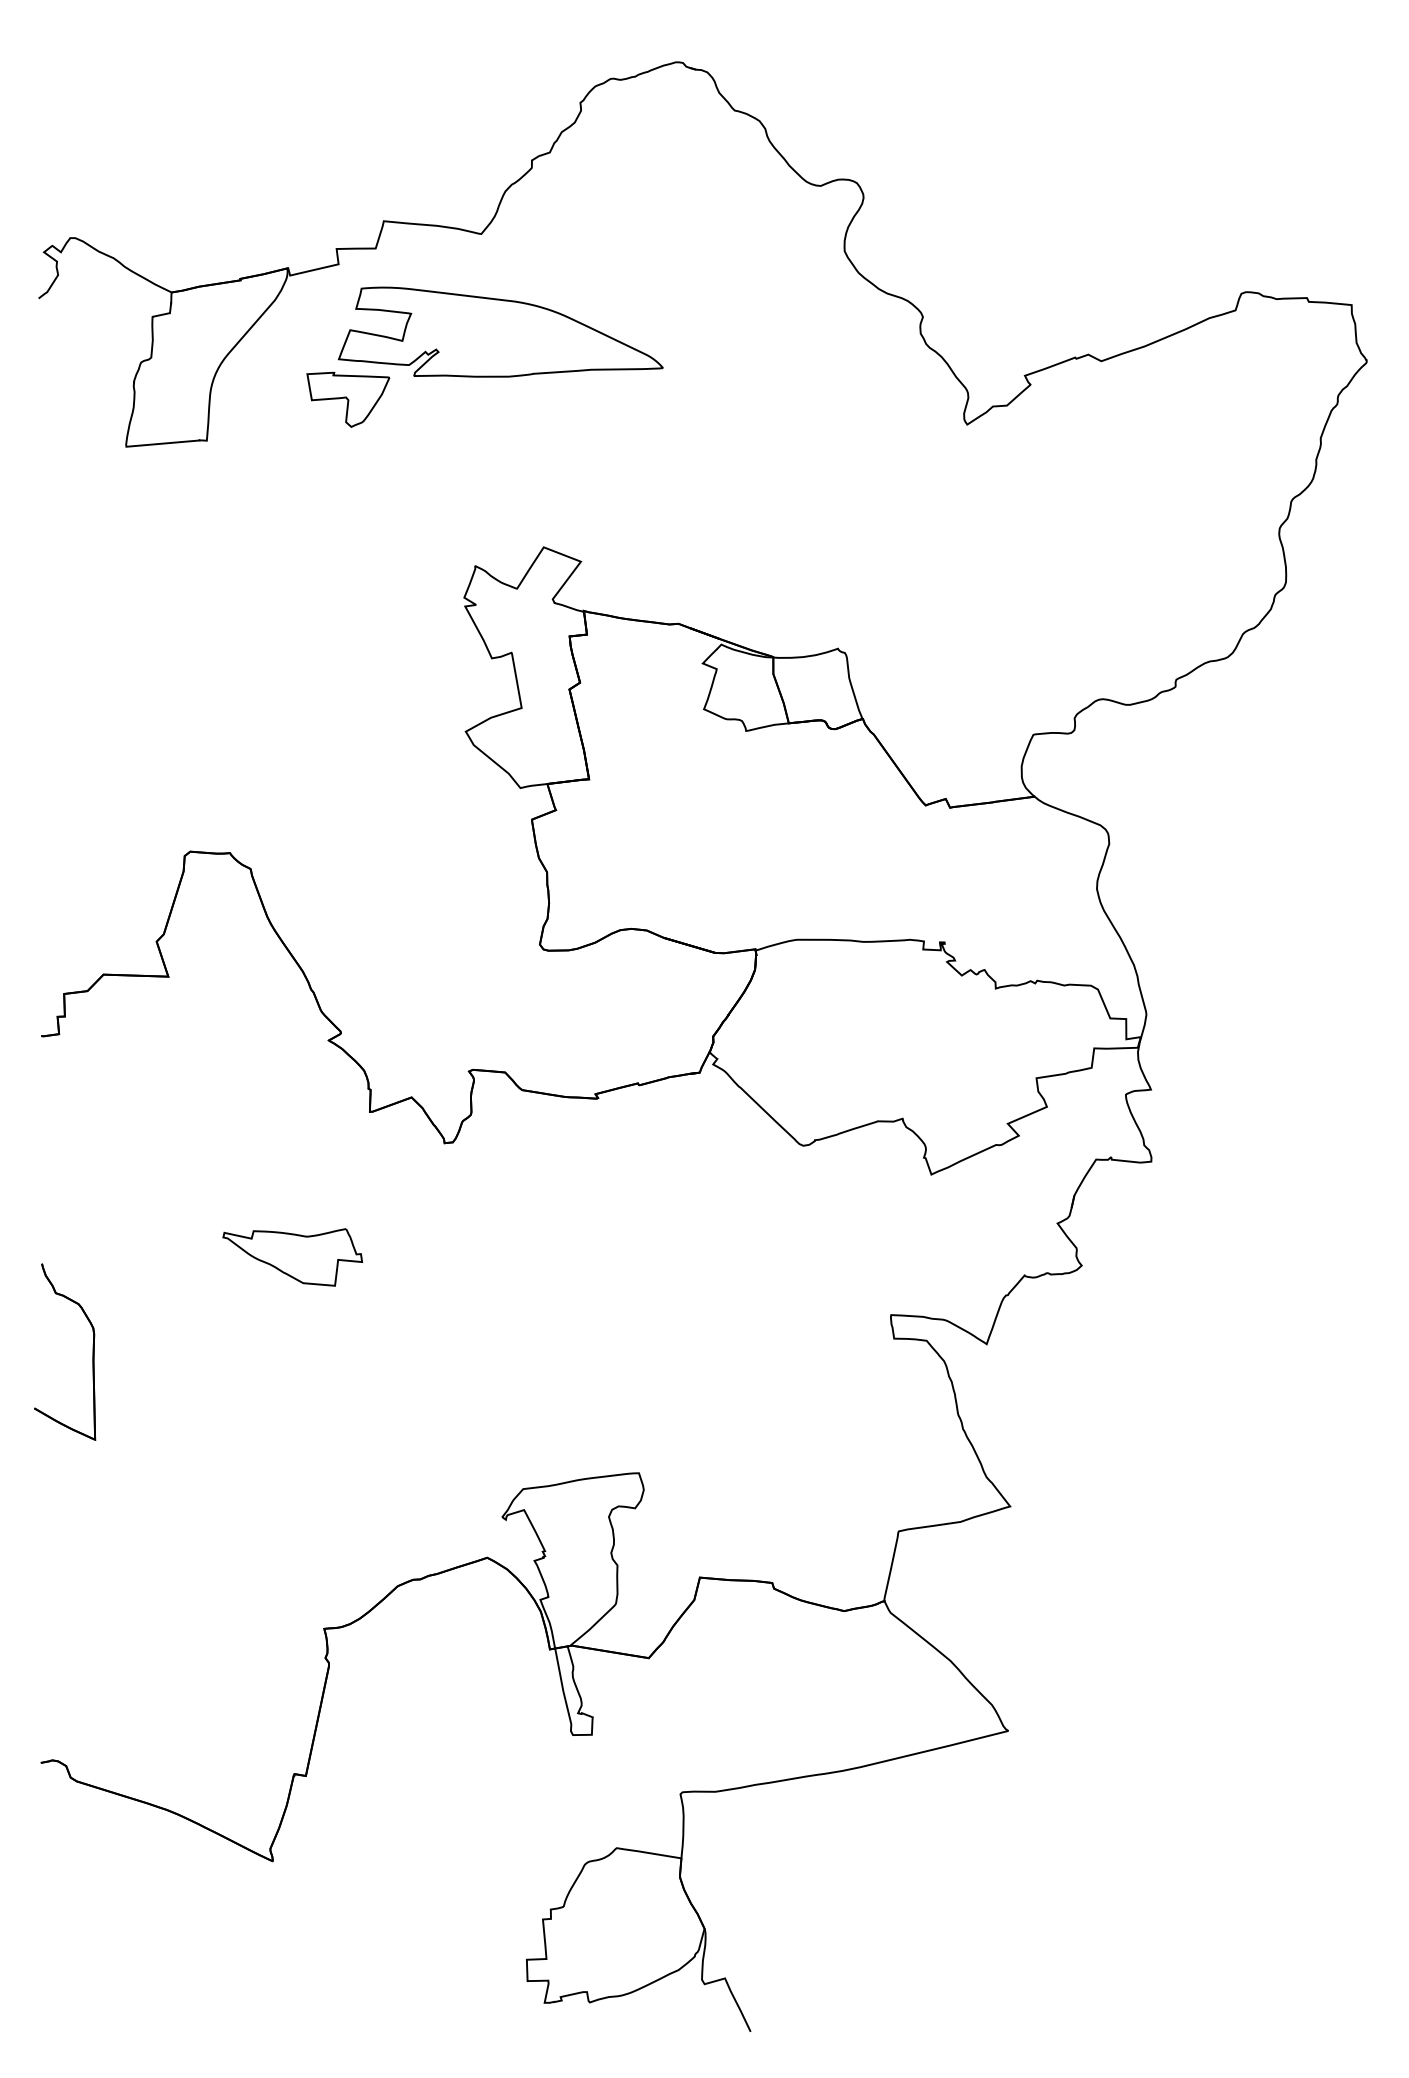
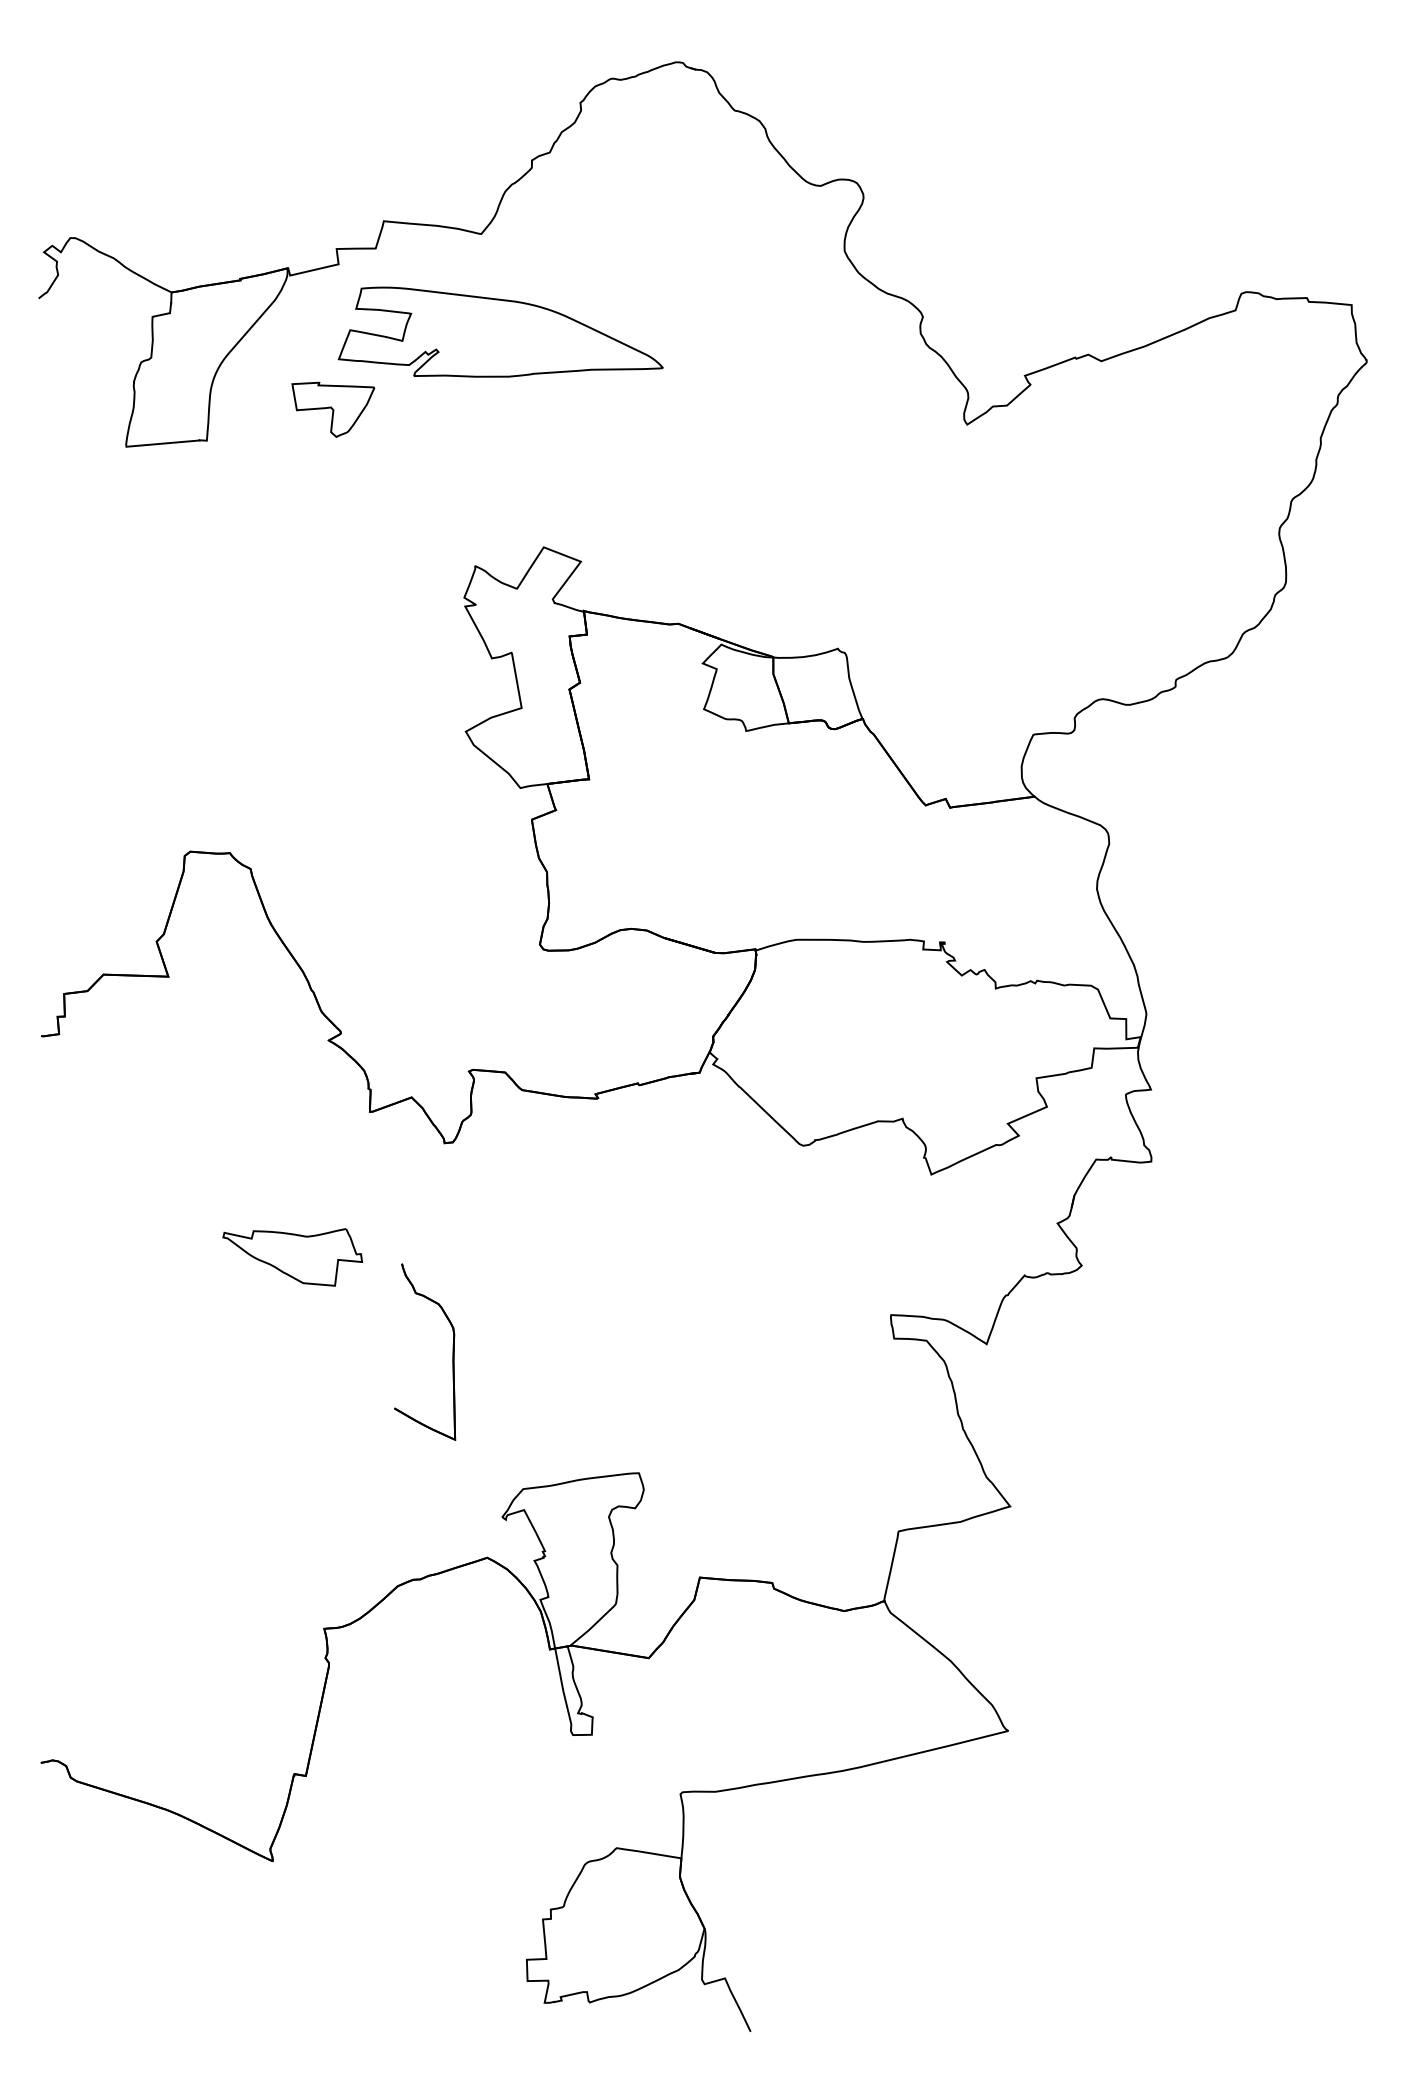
part at (348, 399) position: (348, 399) -> (333, 409)
part at (92, 1351) position: (92, 1351) -> (452, 1351)
